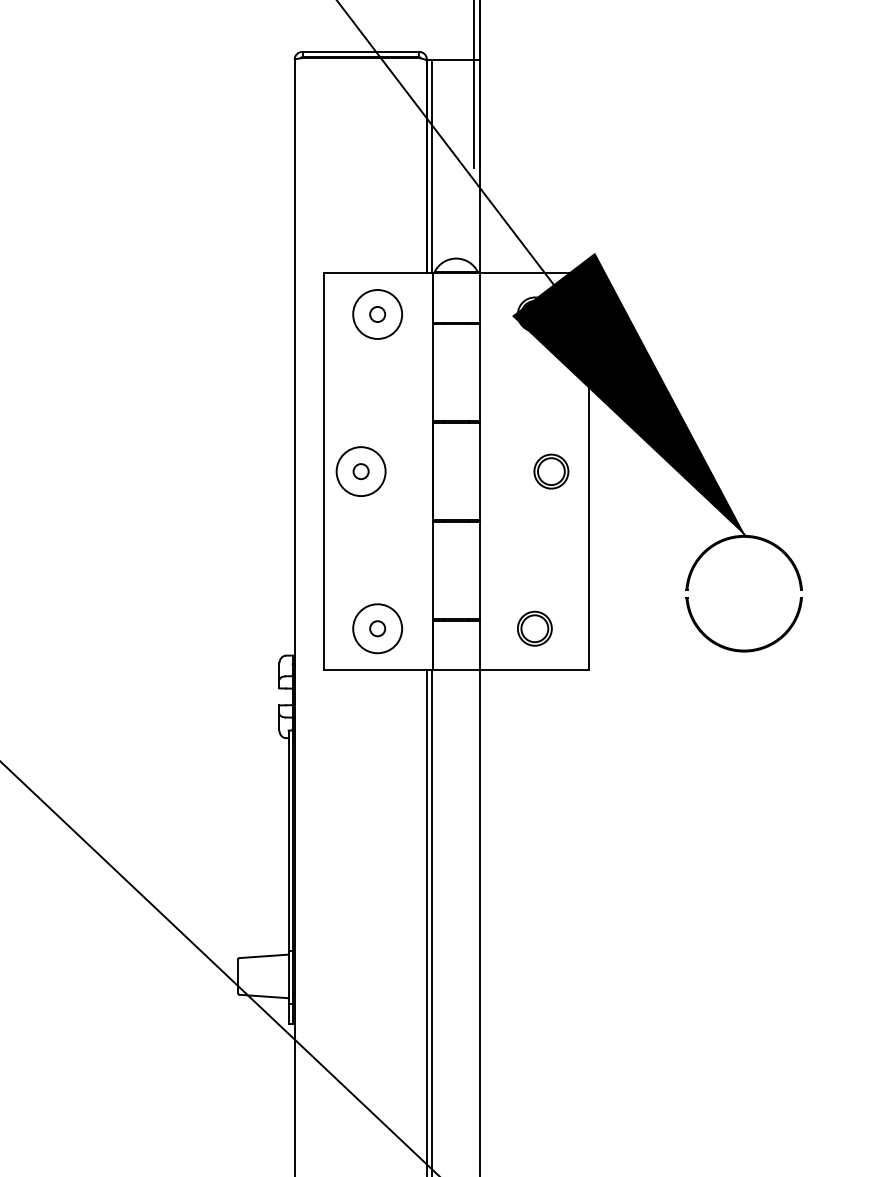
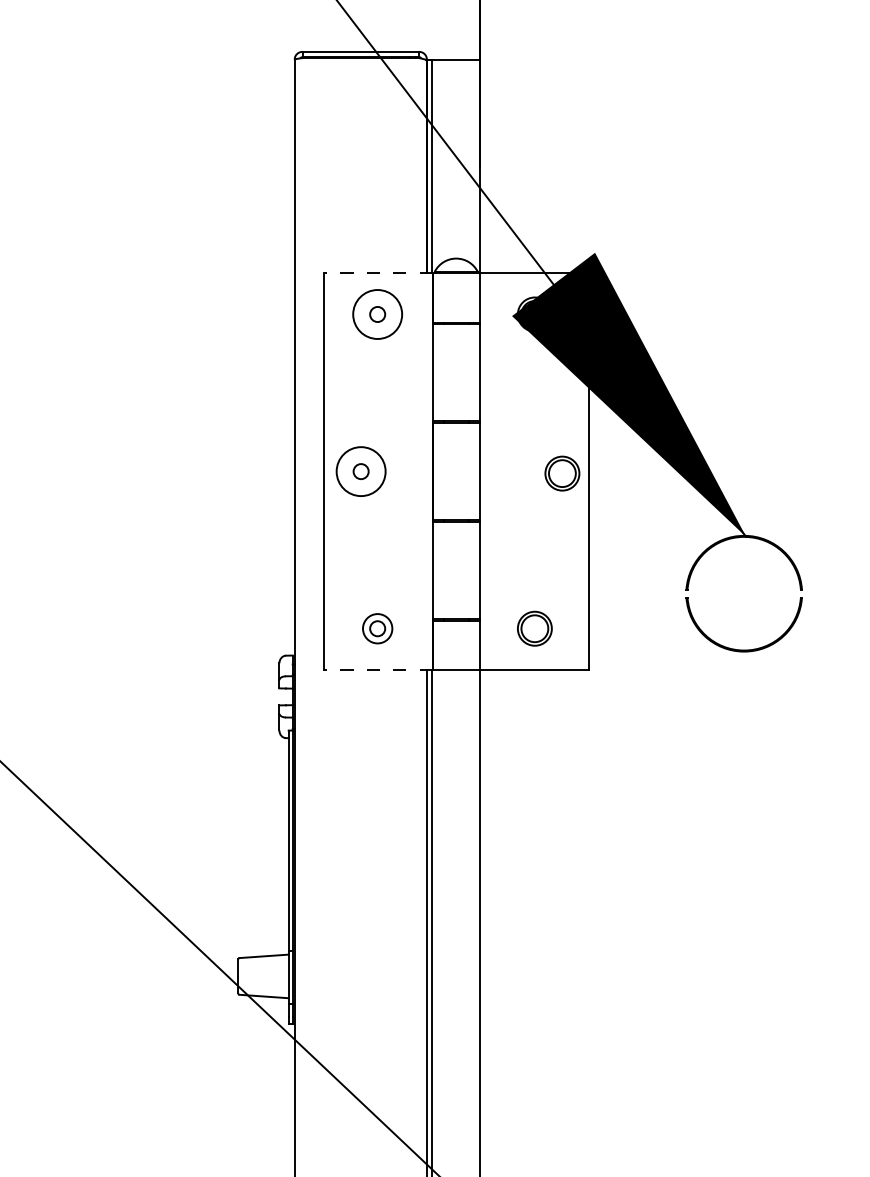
line at (474, 84): present -> none
line at (377, 273): solid -> dashed
part at (551, 471) position: (551, 471) -> (562, 473)
circle at (377, 628) diameter: 49 px -> 29 px
line at (377, 670): solid -> dashed
